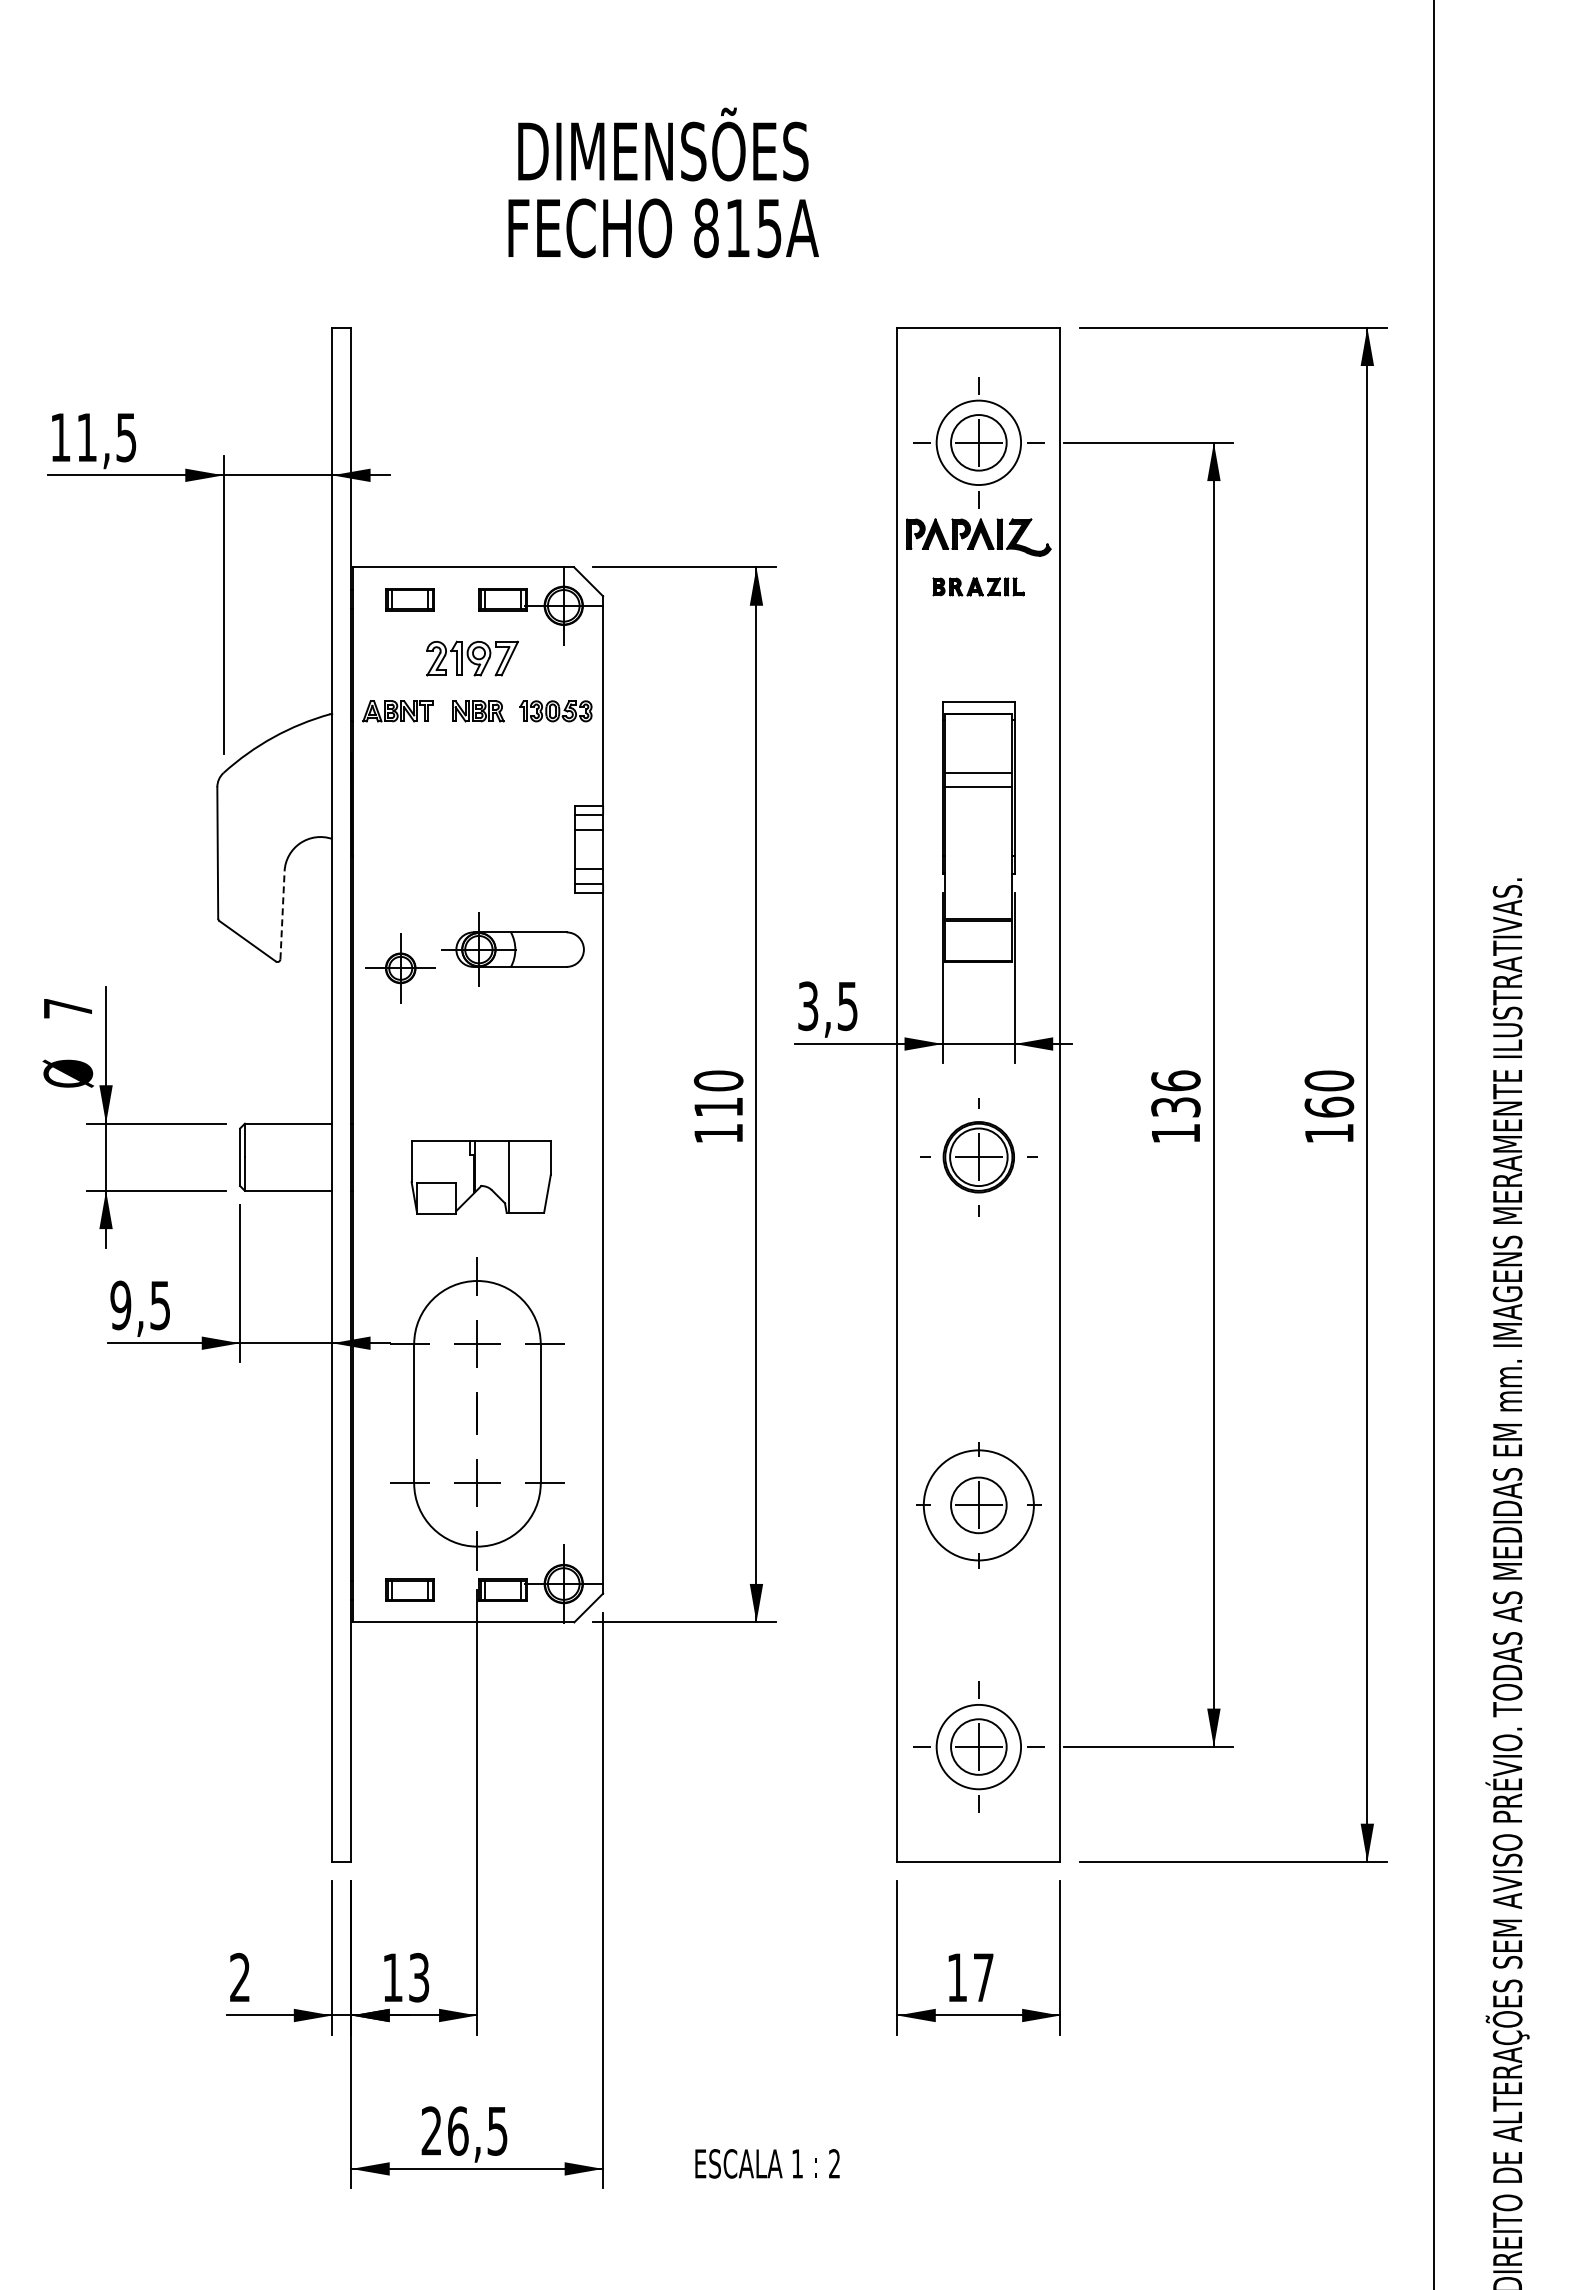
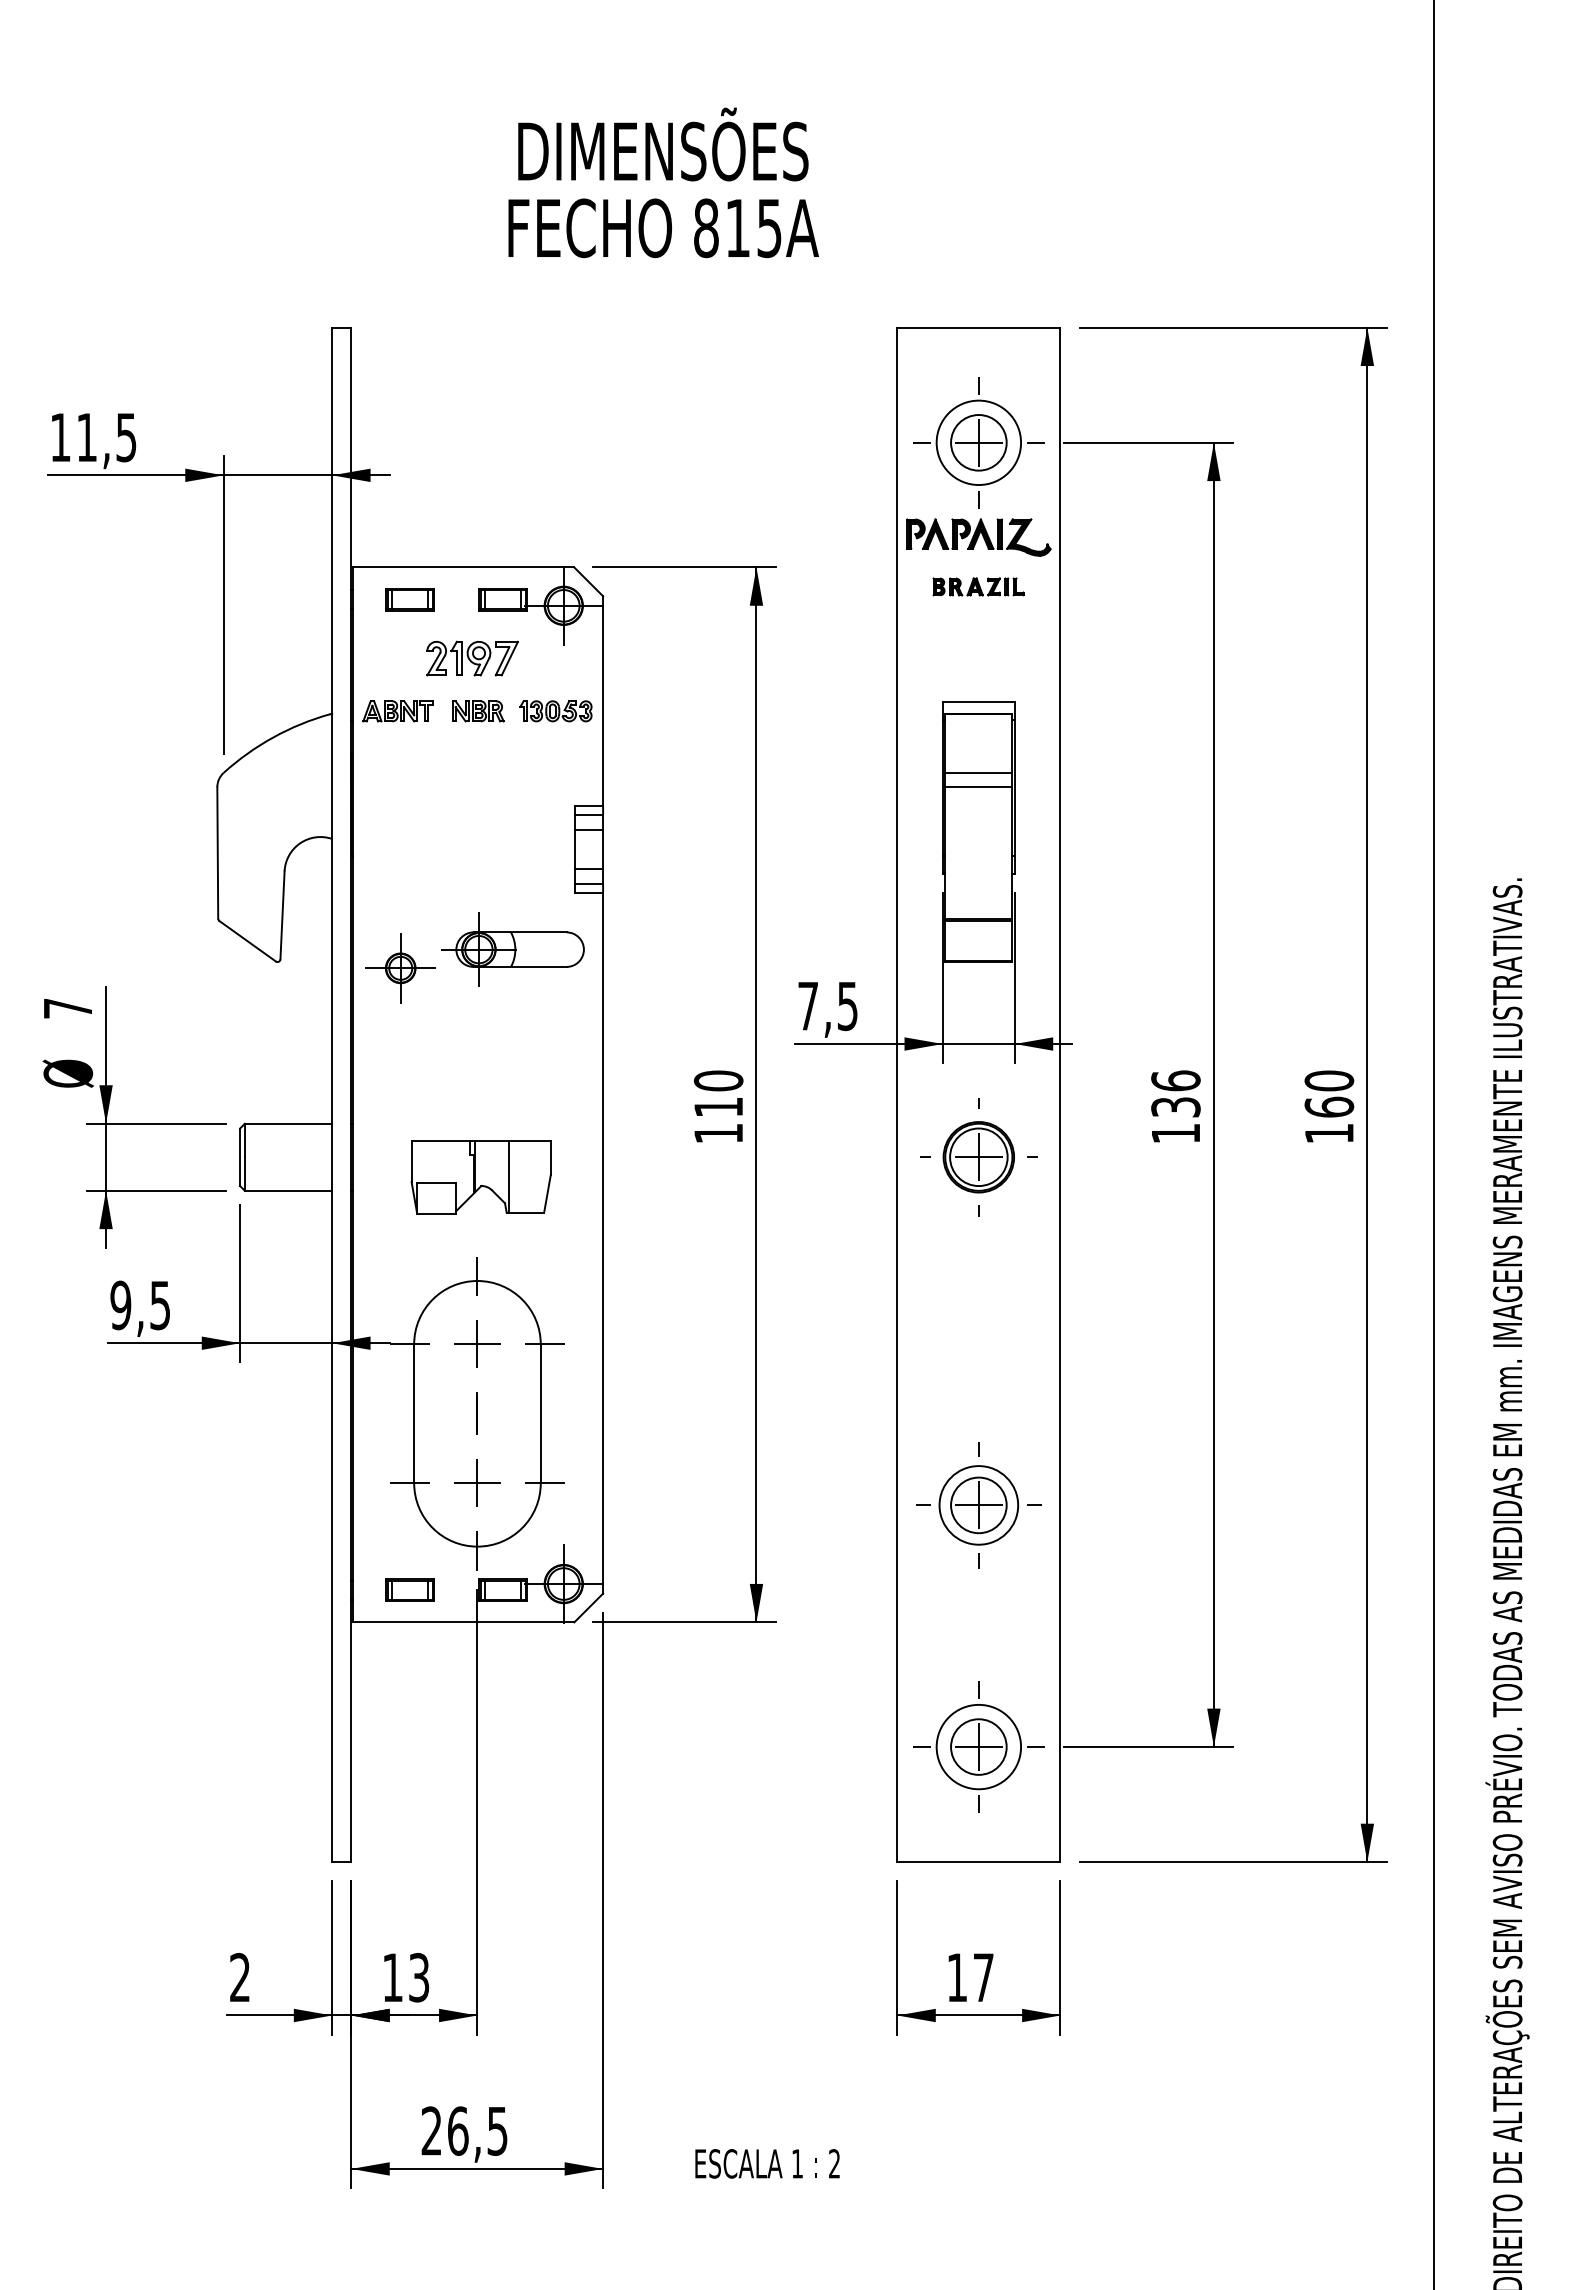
line at (282, 914): dashed -> solid
text at (808, 1006): 3,5 -> 7,5
circle at (978, 1505) diameter: 110 px -> 79 px
